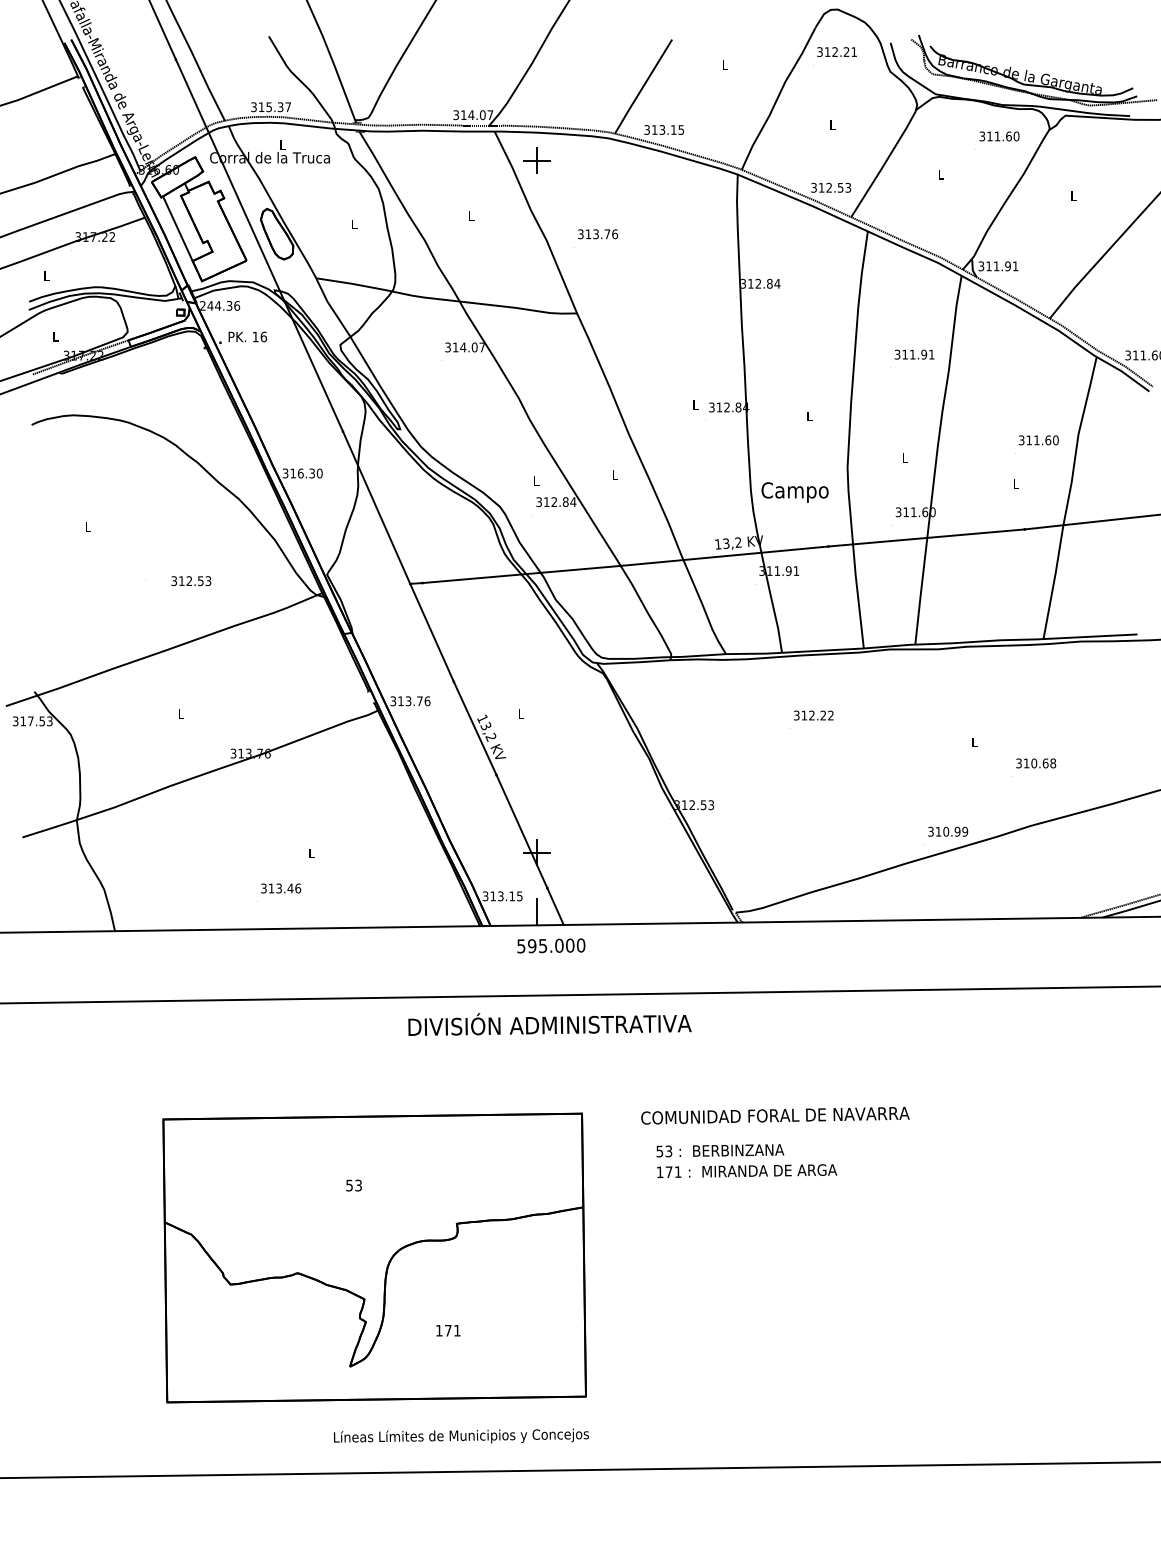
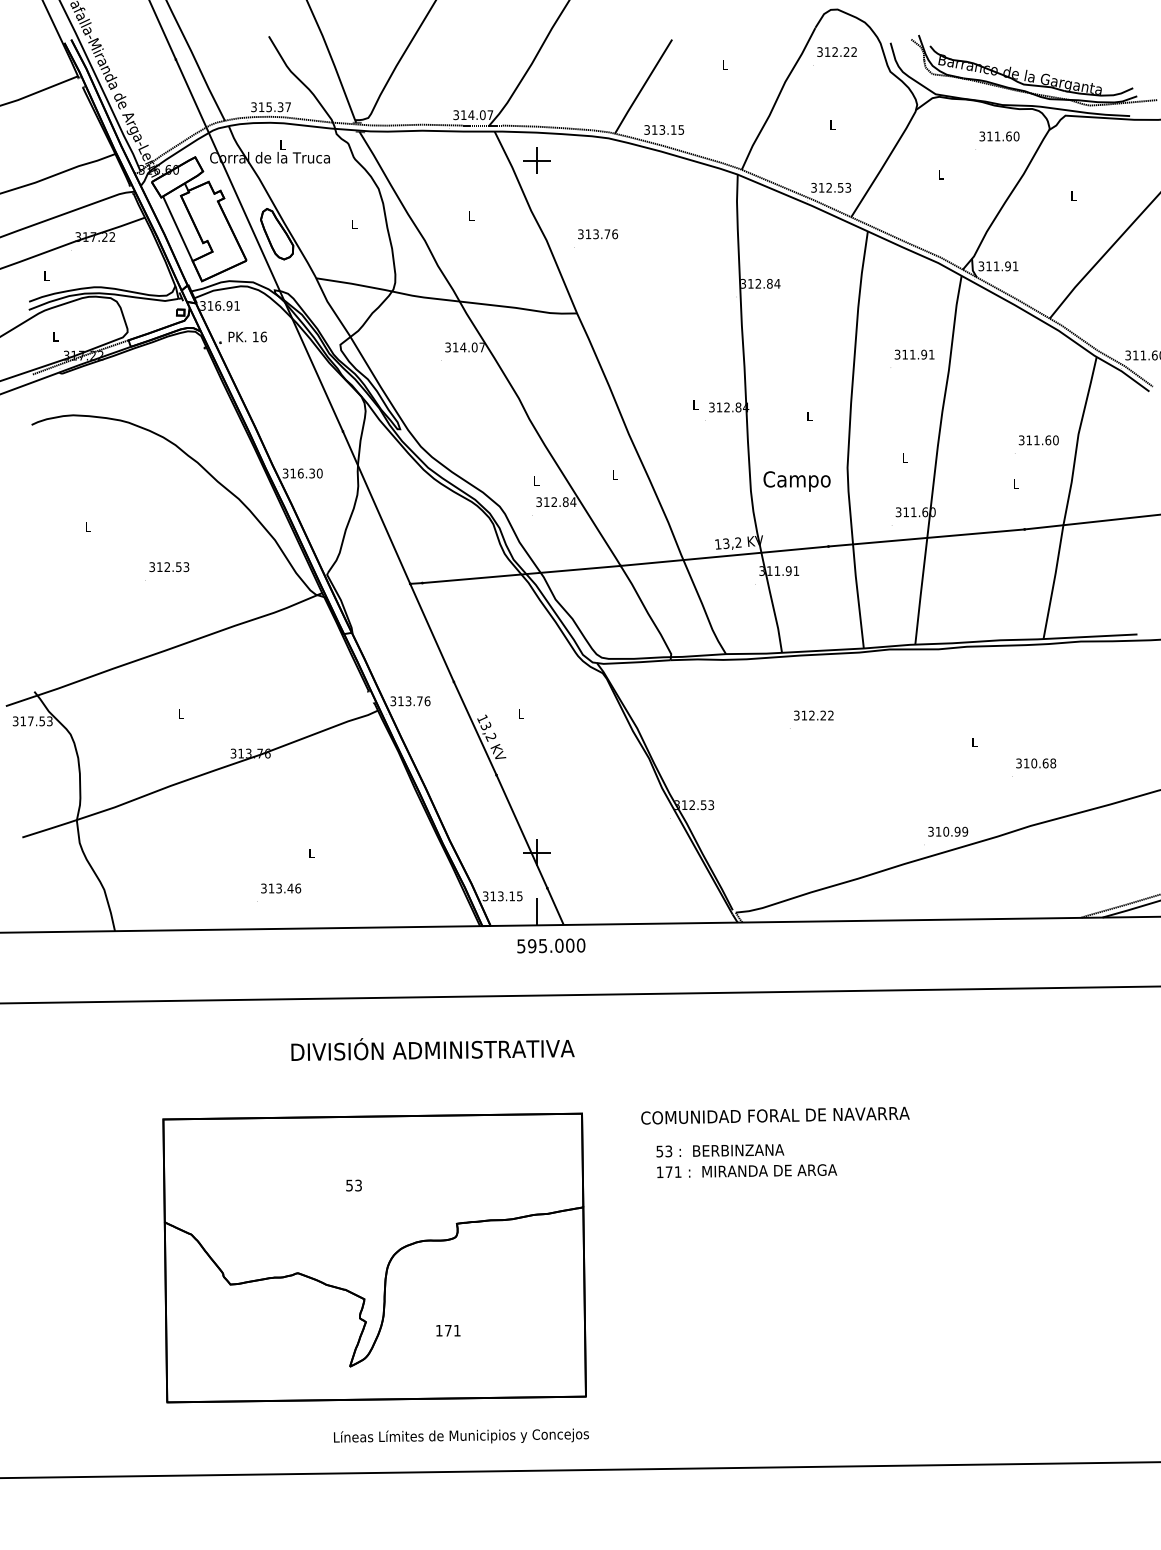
text at (853, 51): 312.21 -> 312.22
text at (220, 305): 244.36 -> 316.91
text at (794, 492) position: (794, 492) -> (796, 481)
text at (191, 581) position: (191, 581) -> (169, 567)
text at (549, 1024) position: (549, 1024) -> (432, 1049)
